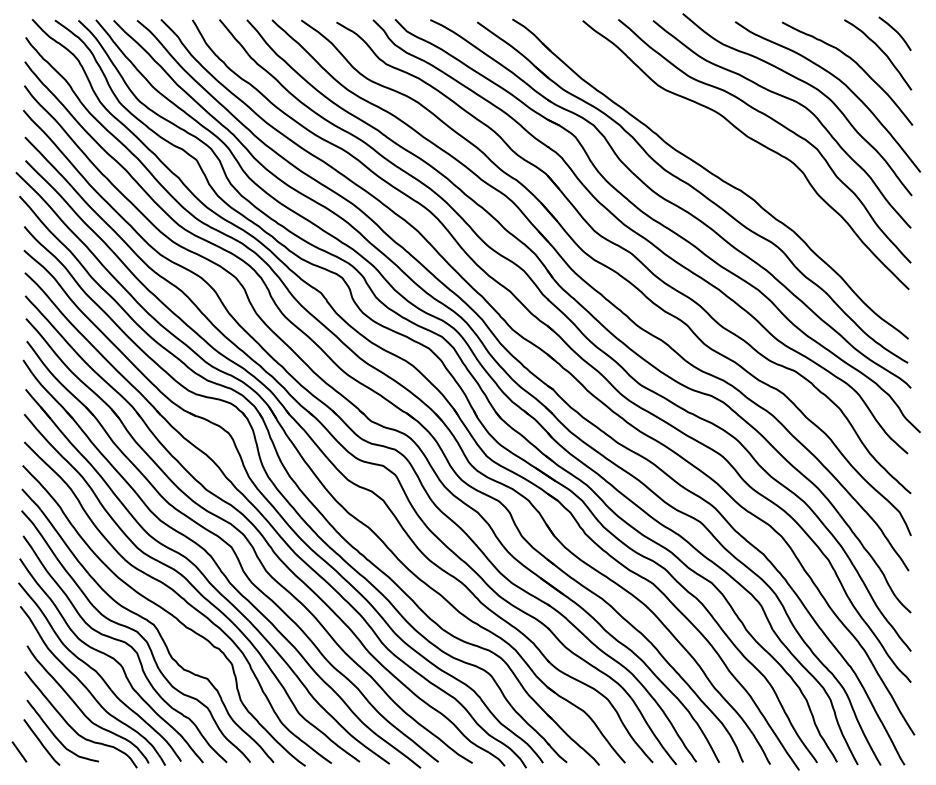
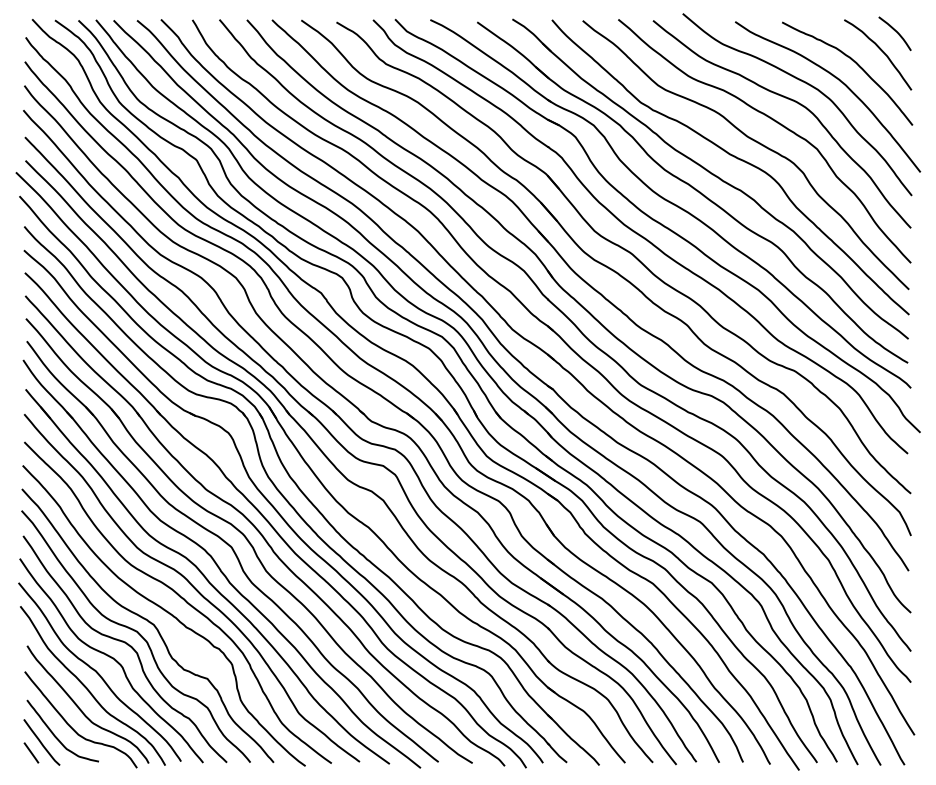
curve at (735, 158): none -> present
line at (19, 751) position: (19, 751) -> (31, 752)
